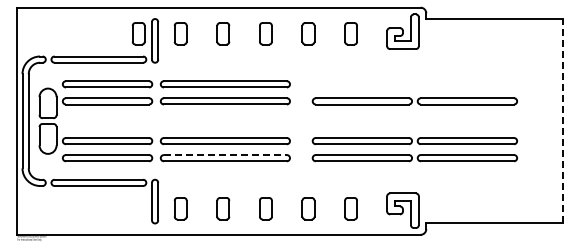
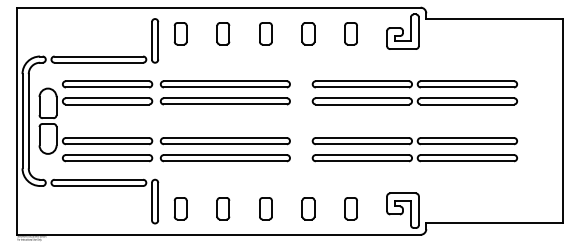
part at (138, 33): present -> none
part at (414, 84): none -> present
line at (562, 120): dashed -> solid
line at (225, 155): dashed -> solid
